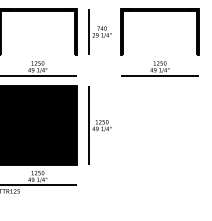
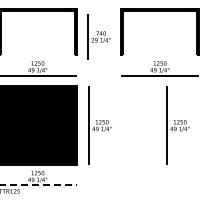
part at (99, 31) position: (99, 31) -> (98, 36)
part at (177, 125): none -> present
line at (39, 185): solid -> dashed
